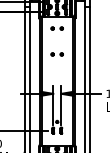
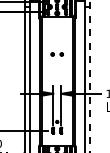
part at (56, 28): present -> none
line at (89, 76): solid -> dashed
